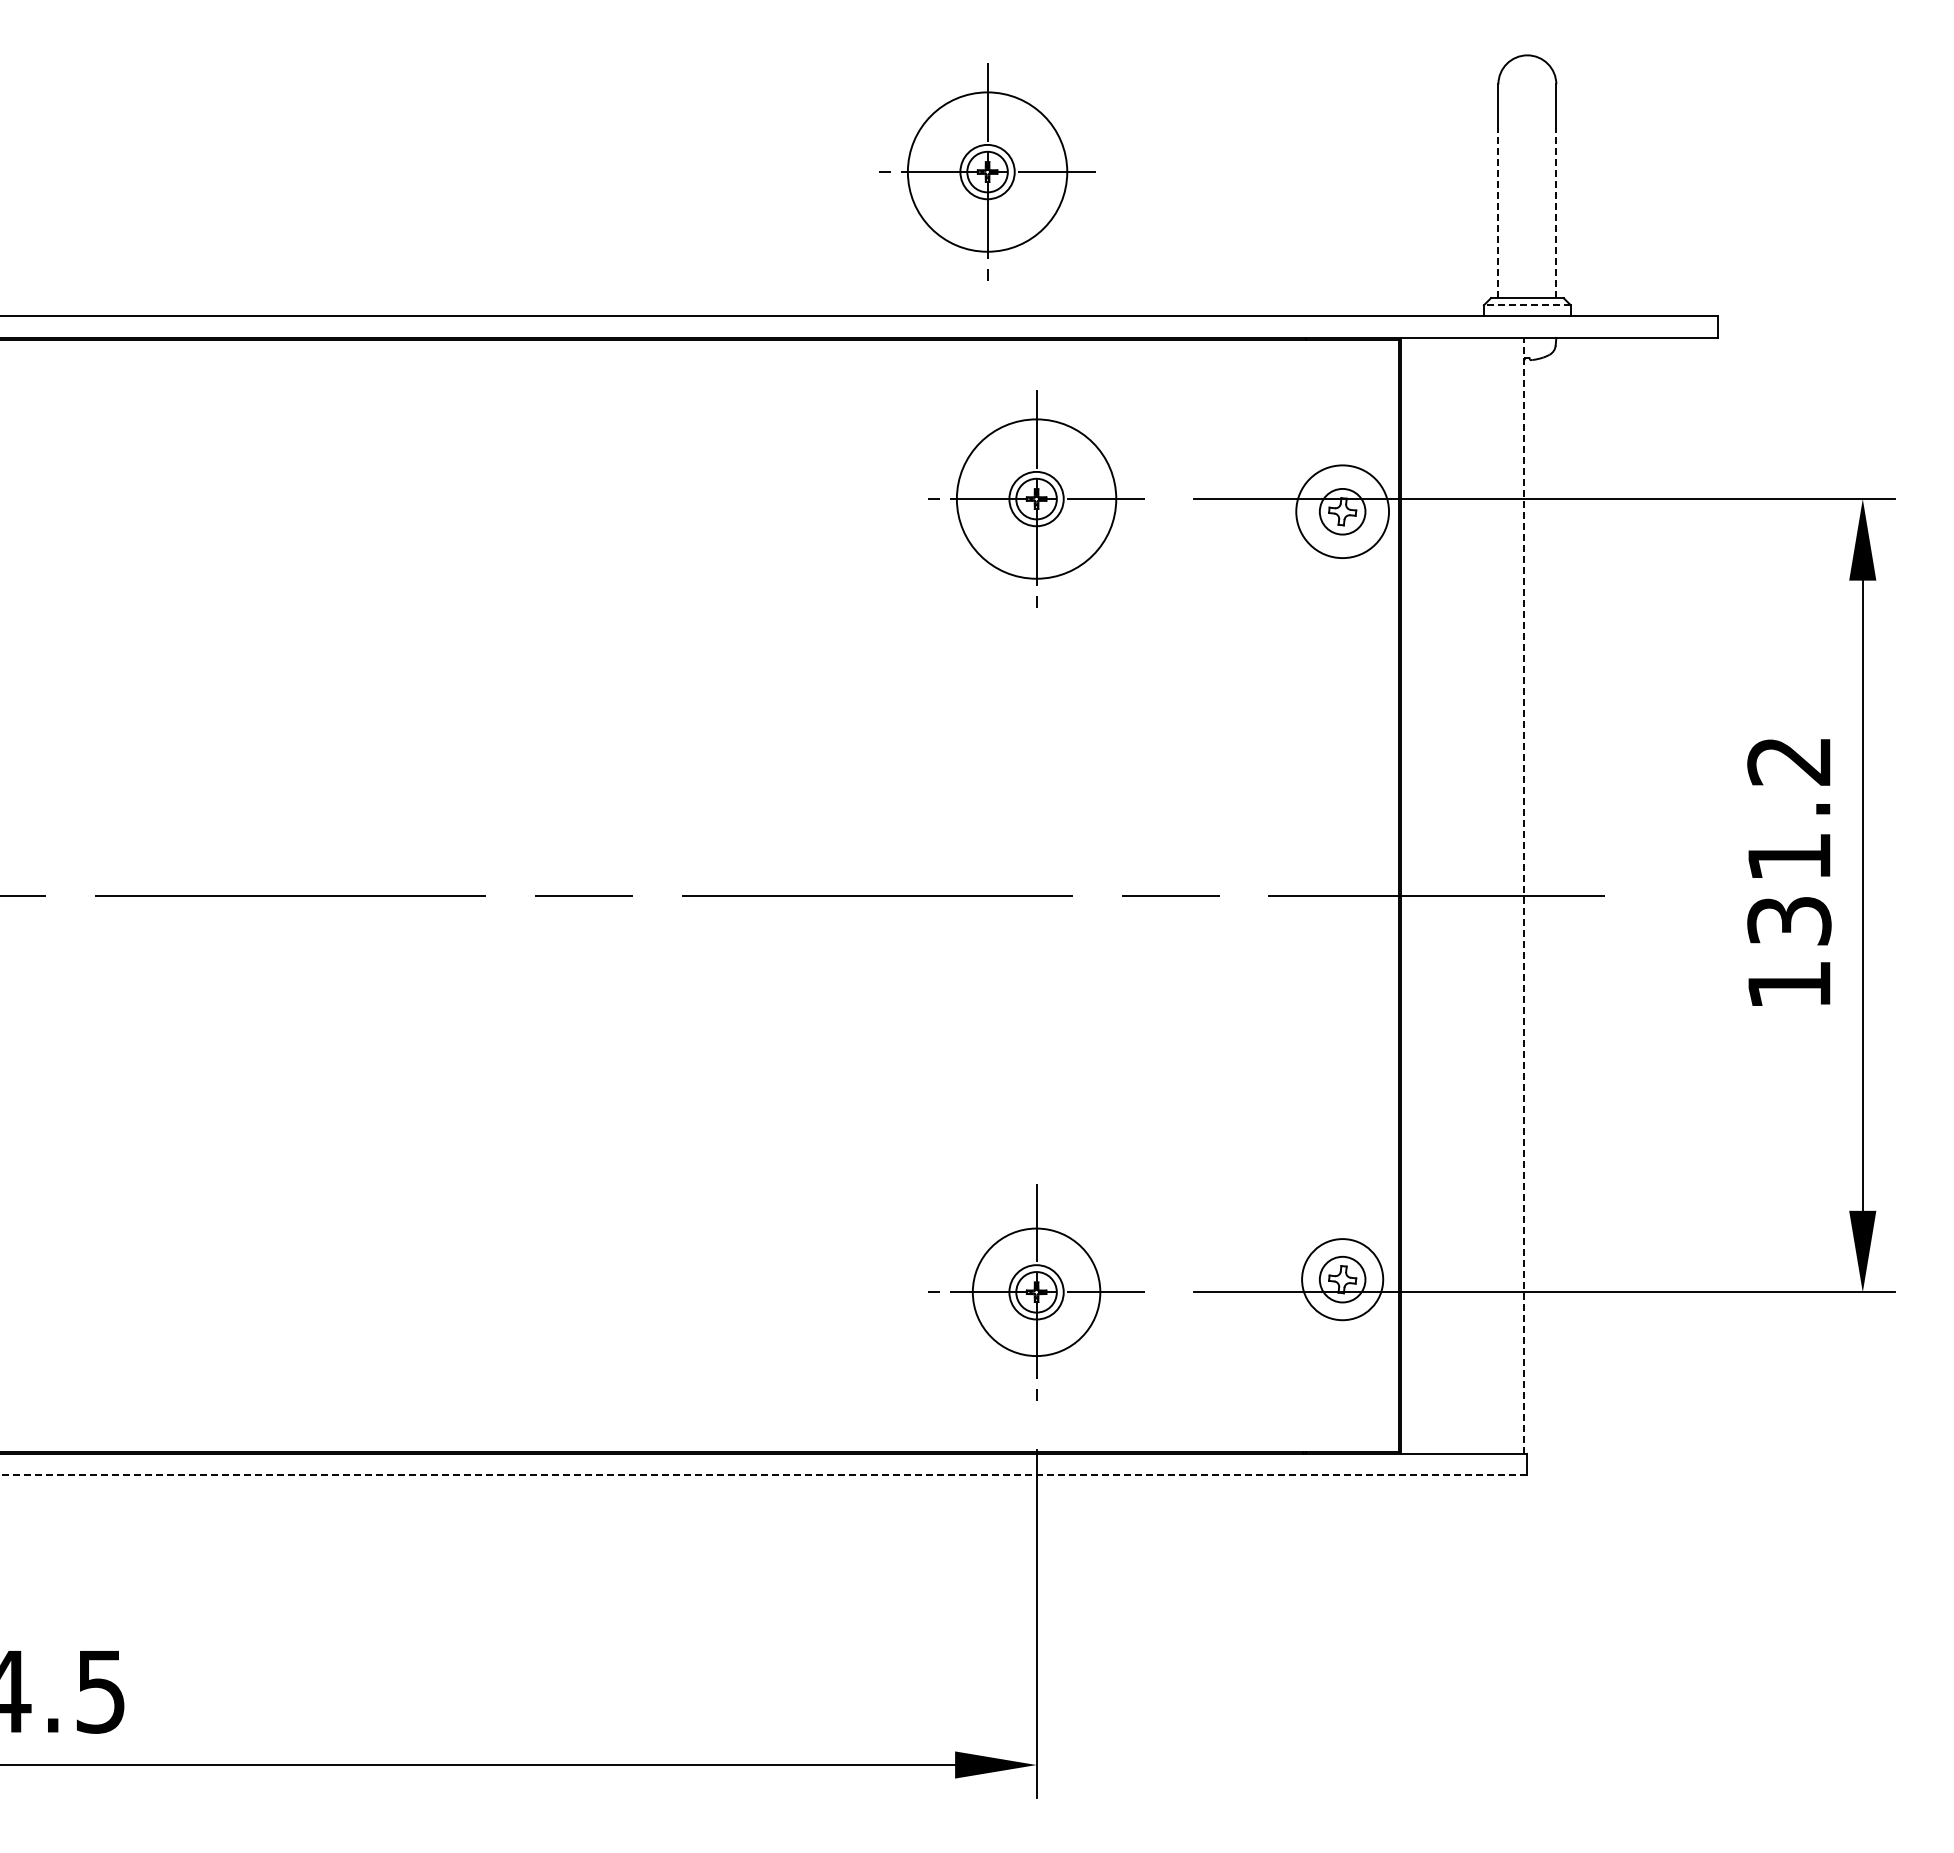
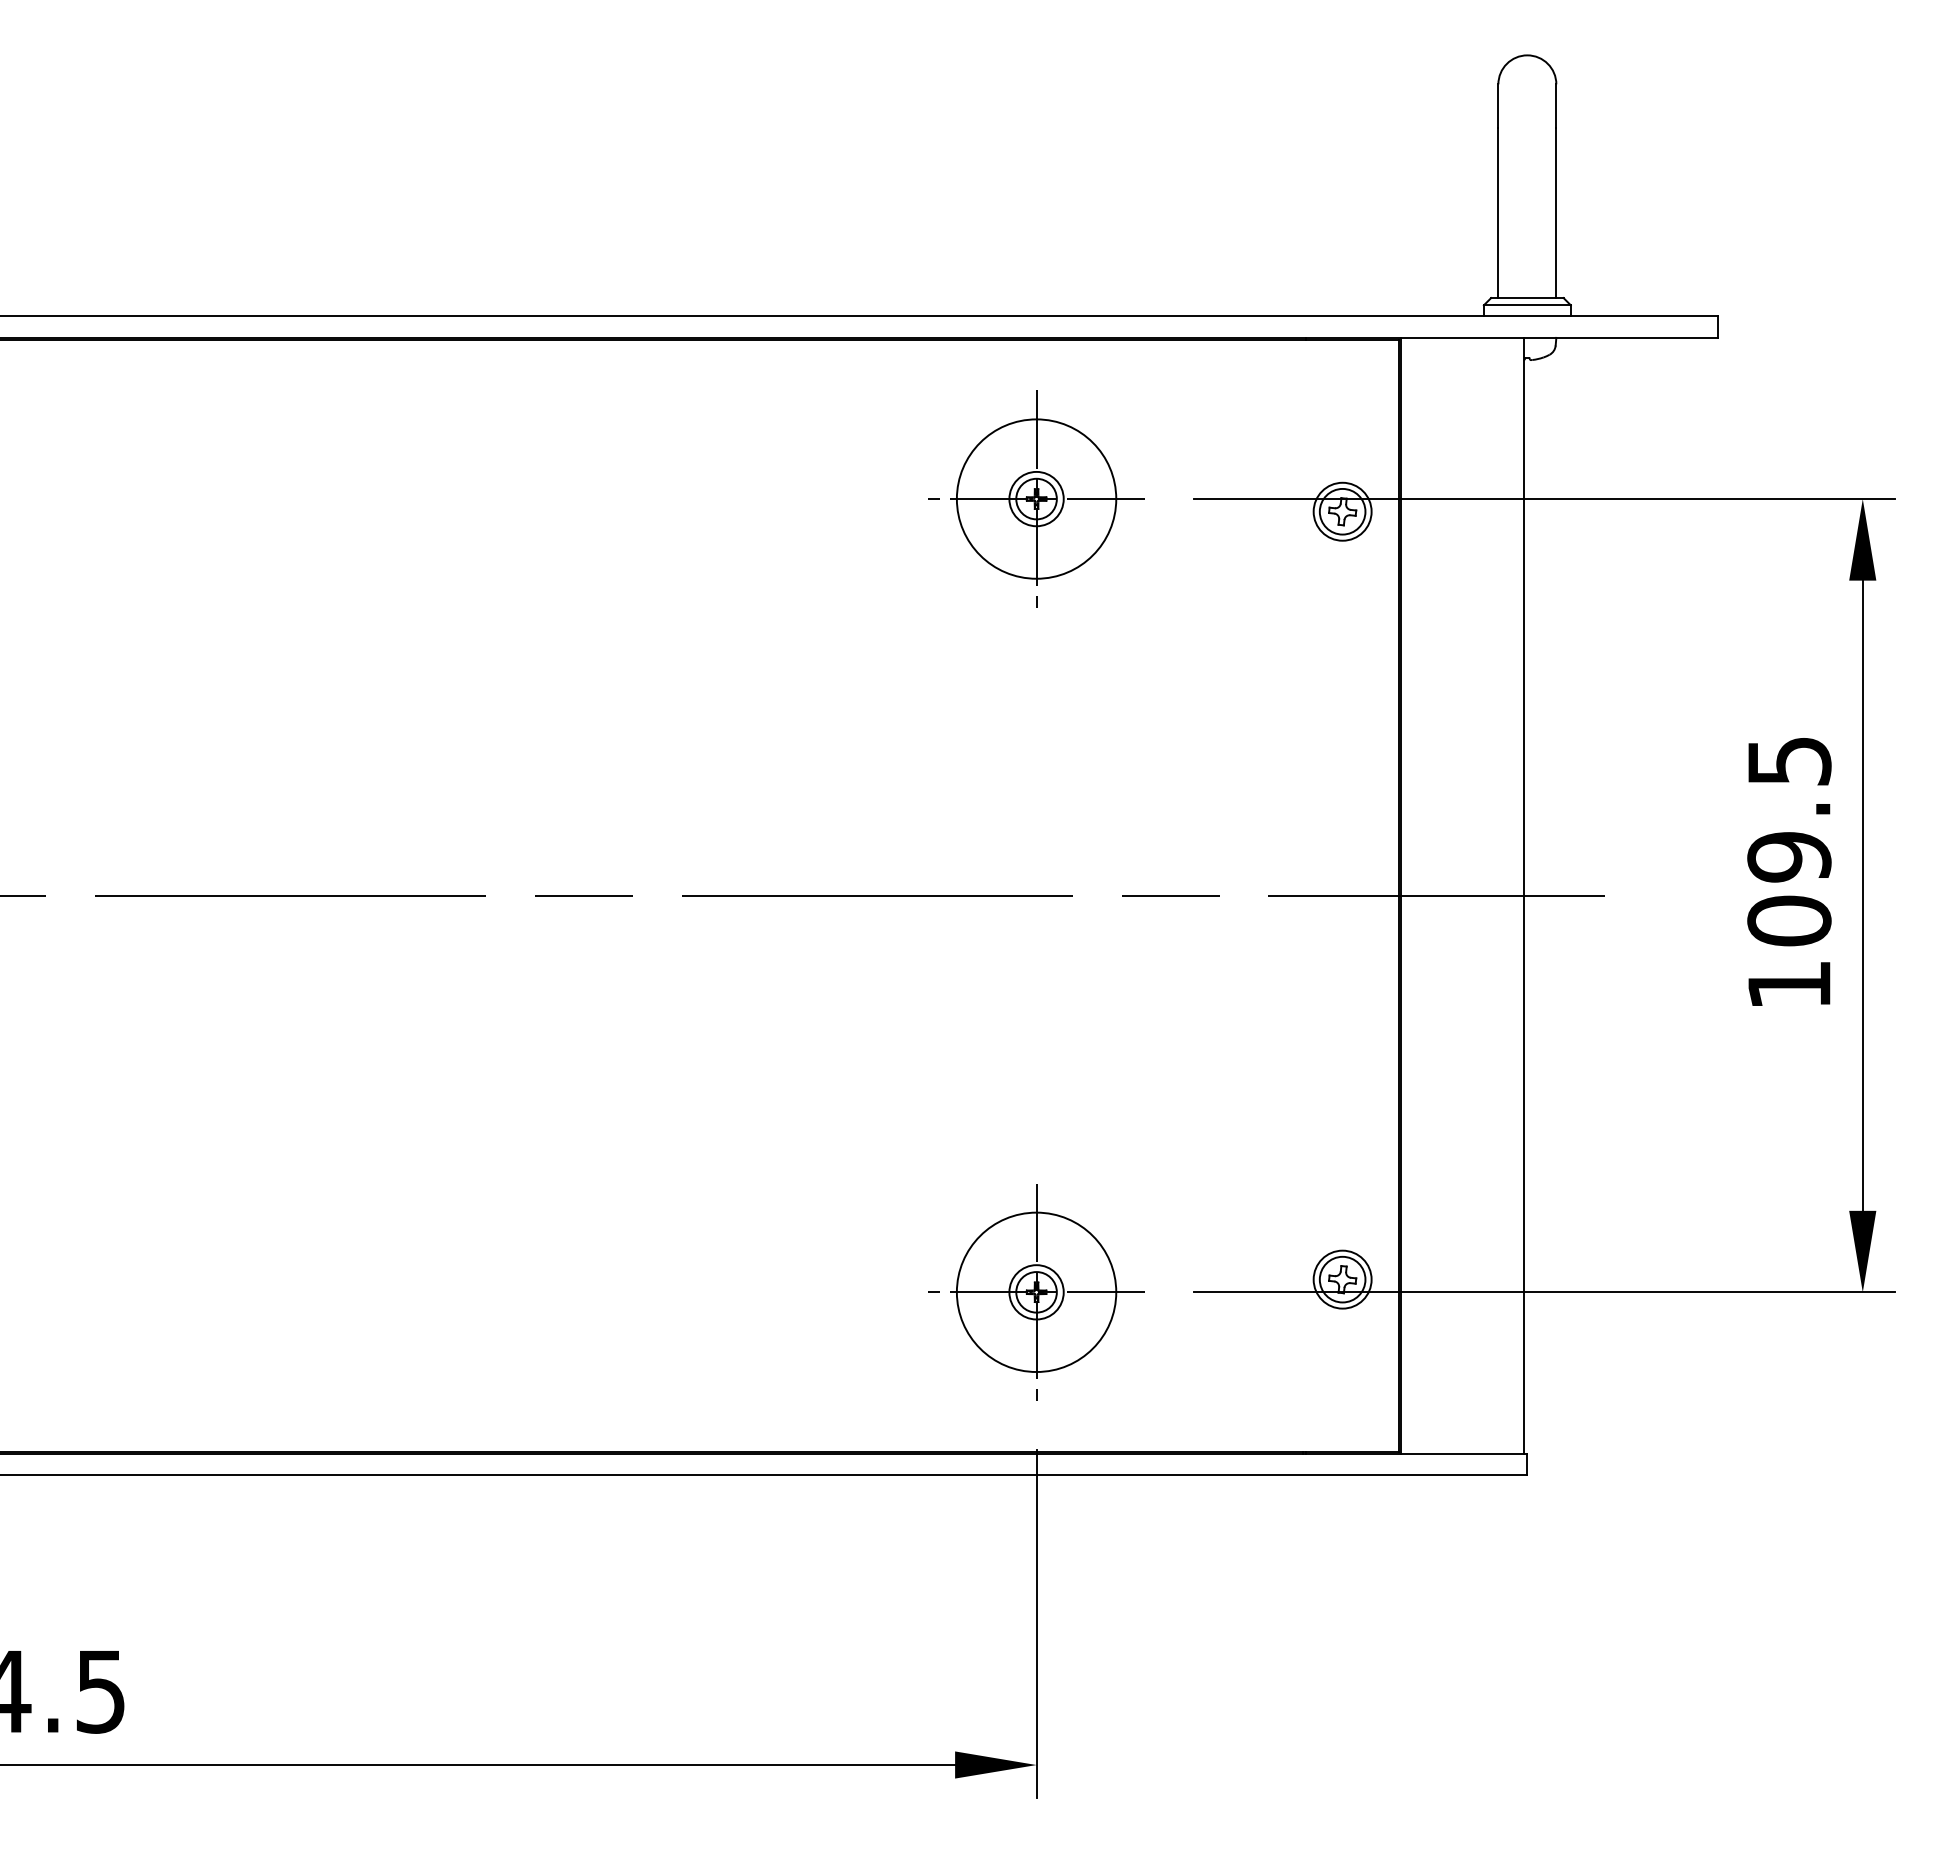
part at (987, 171): present -> none
line at (1498, 212): dashed -> solid
line at (1556, 212): dashed -> solid
line at (1526, 305): dashed -> solid
circle at (1342, 511) diameter: 93 px -> 58 px
text at (1789, 842): 131.2 -> 109.5
line at (1523, 895): dashed -> solid
circle at (1342, 1279) diameter: 81 px -> 58 px
circle at (1036, 1292) diameter: 127 px -> 159 px
line at (763, 1475): dashed -> solid
